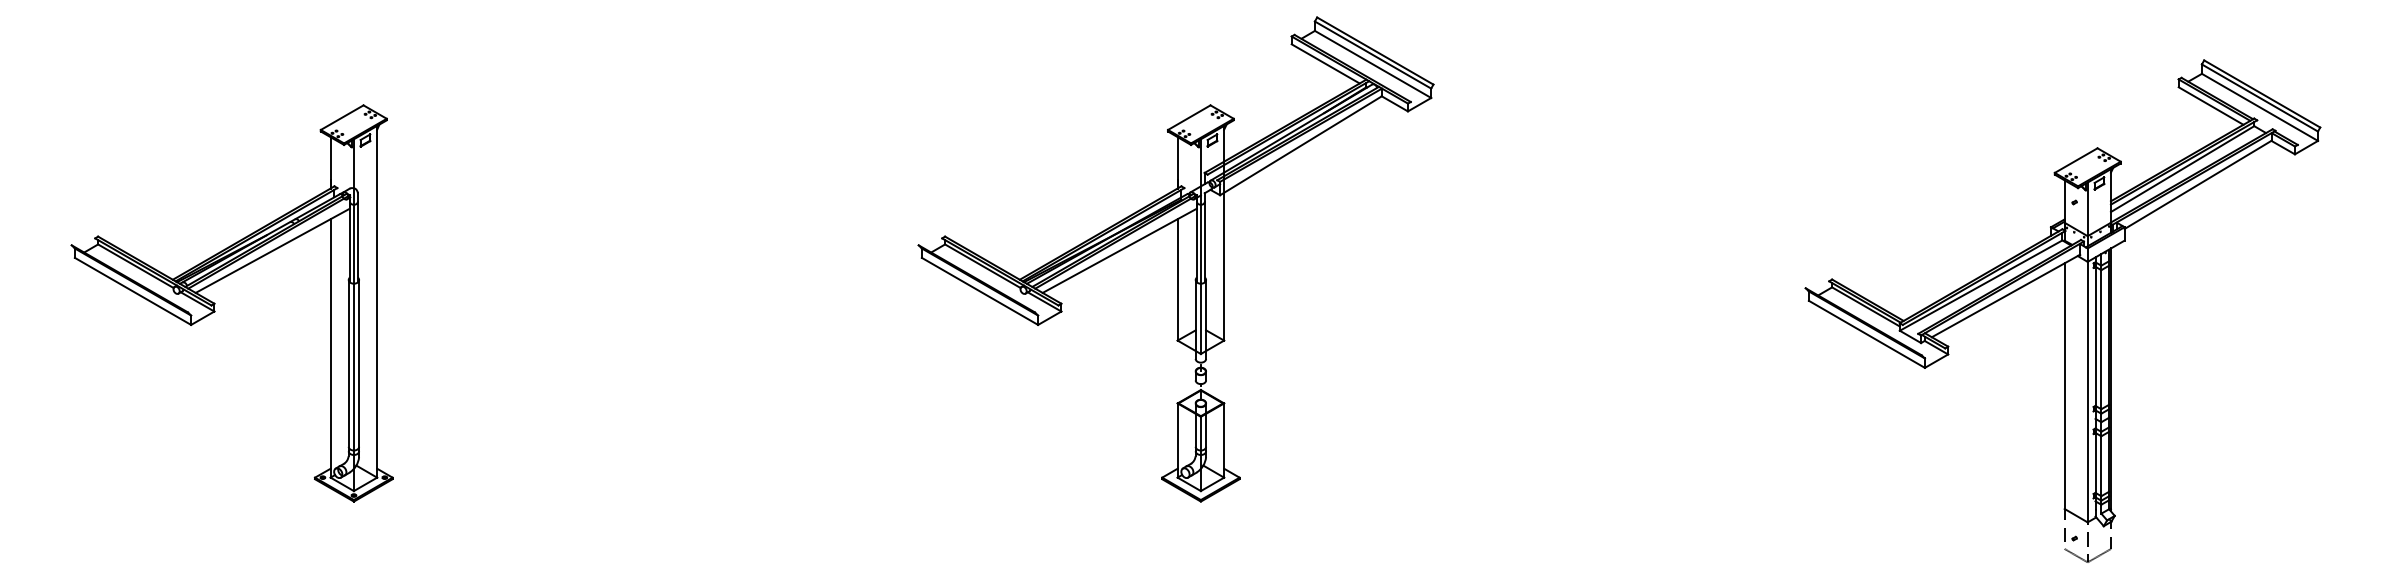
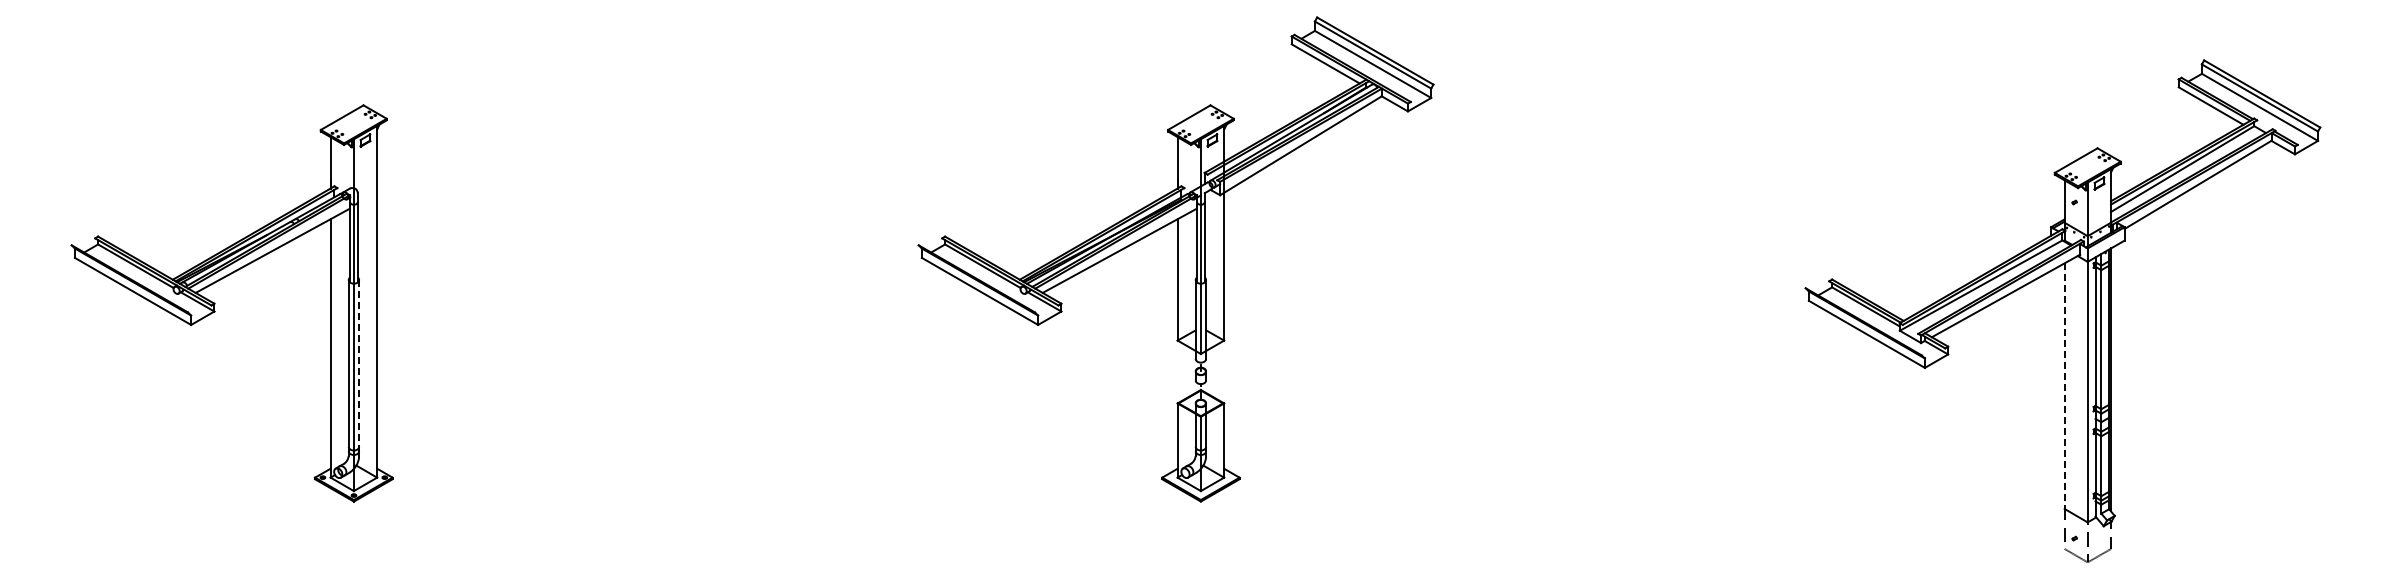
line at (359, 365): solid -> dashed
line at (2064, 386): solid -> dashed
